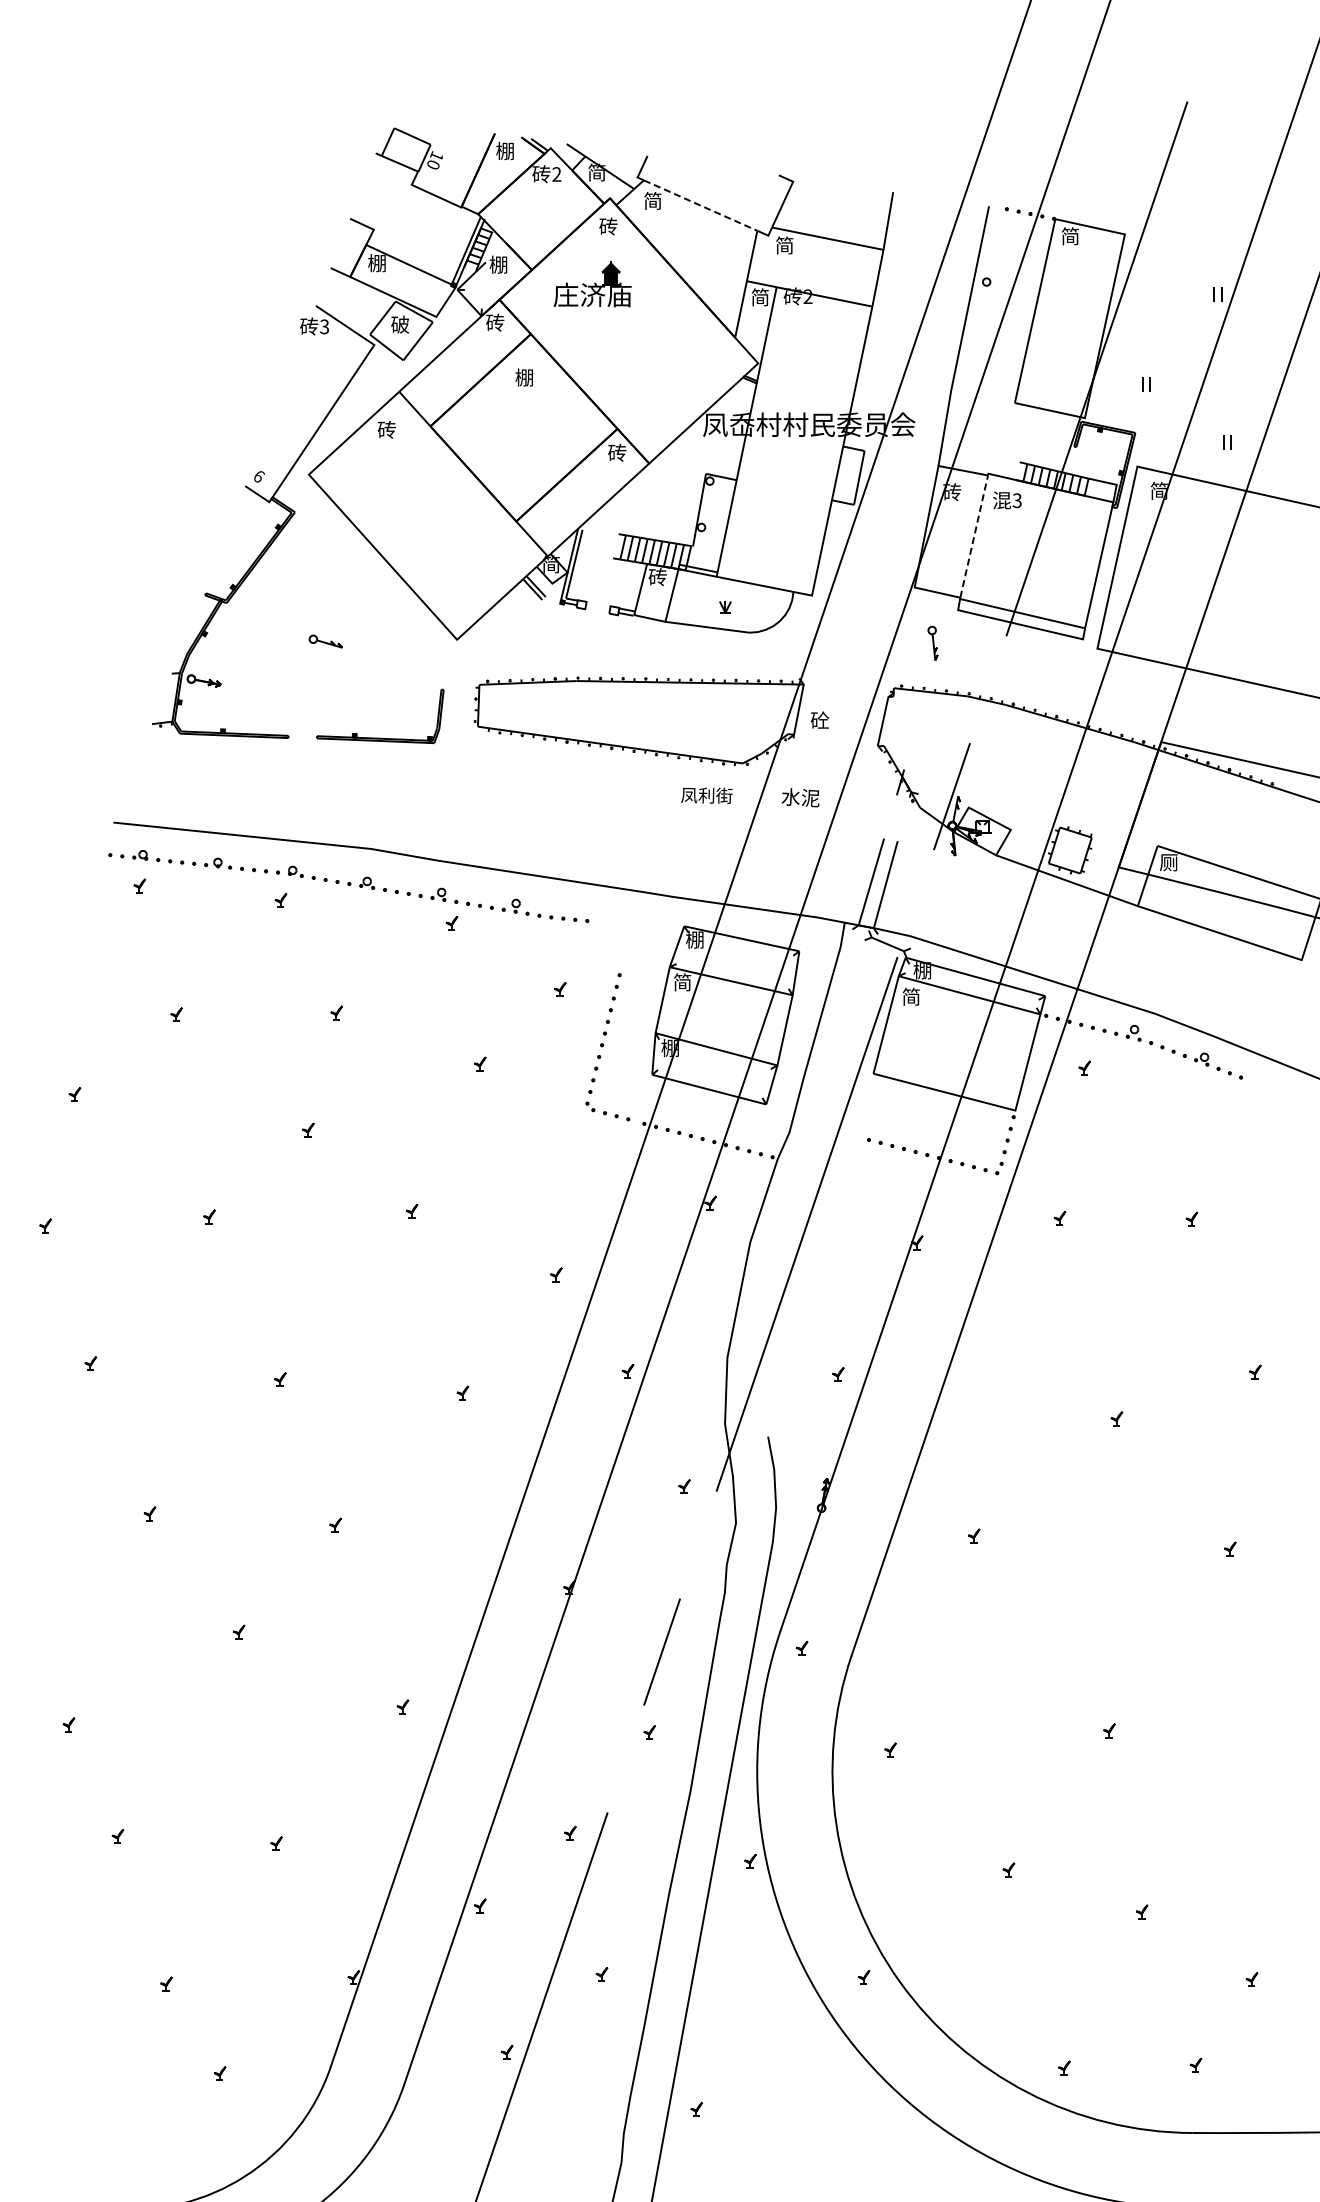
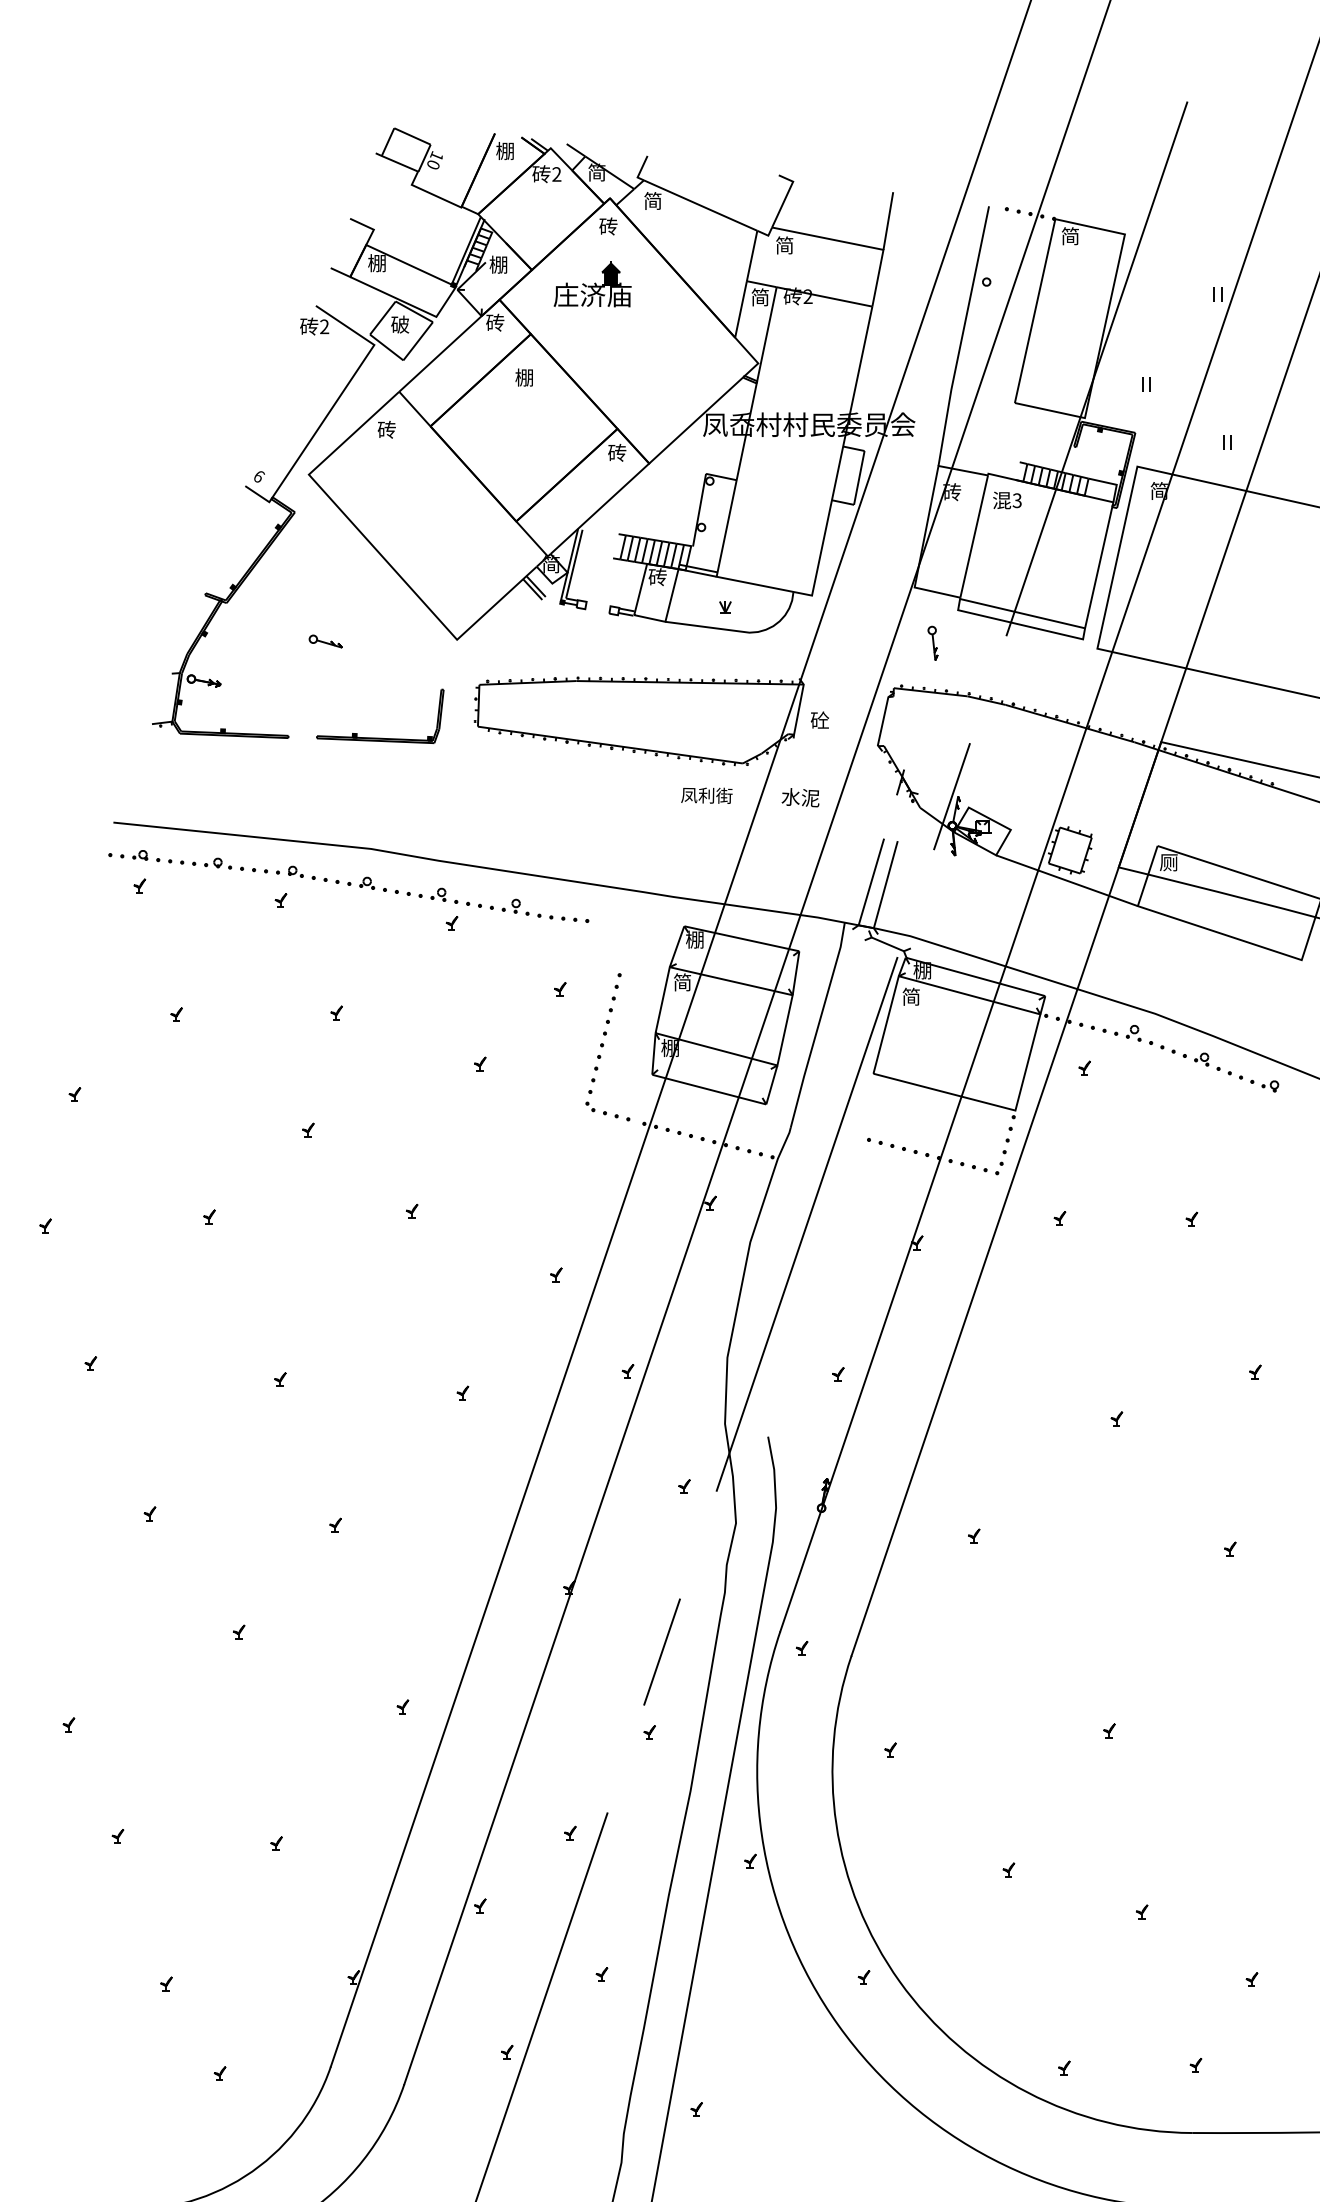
line at (701, 205): dashed -> solid
text at (324, 327): 3 -> 2
line at (974, 536): dashed -> solid
part at (1264, 1085): none -> present
